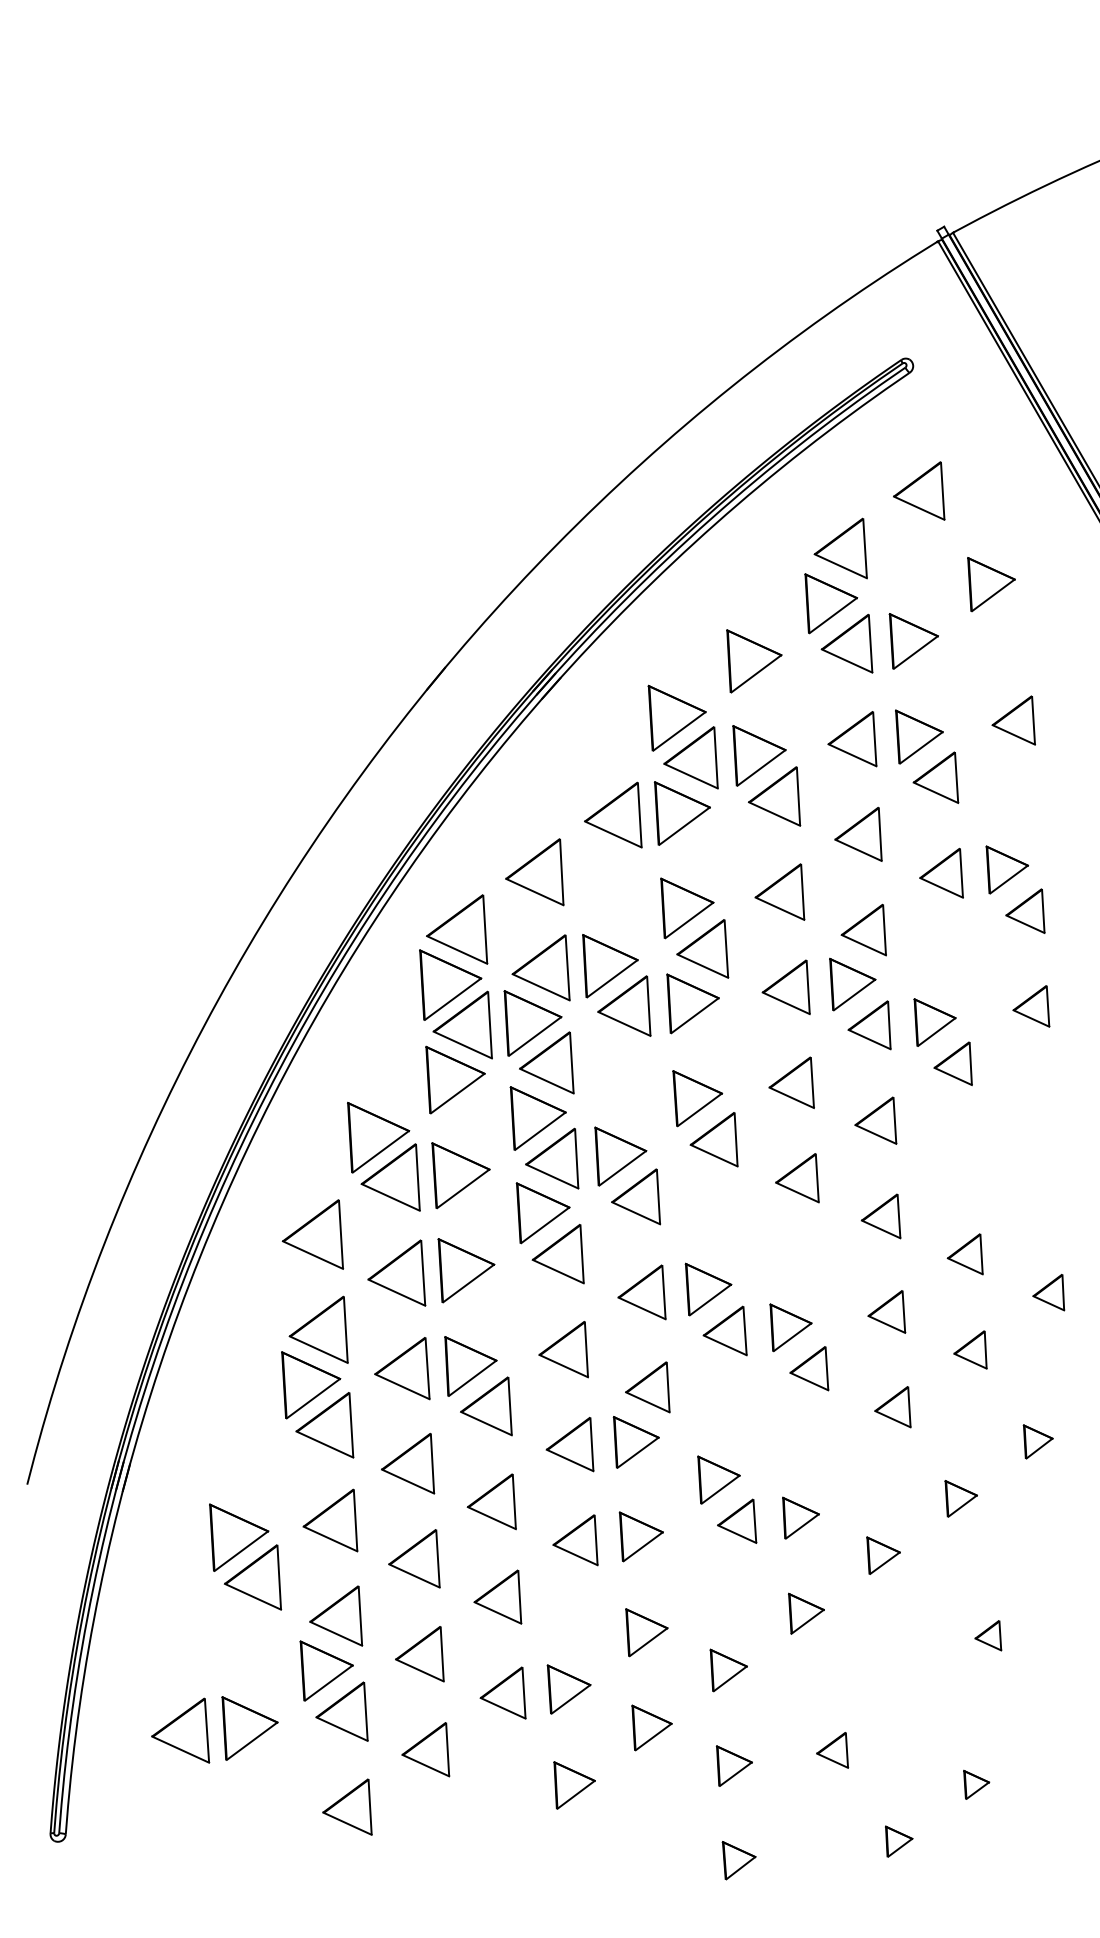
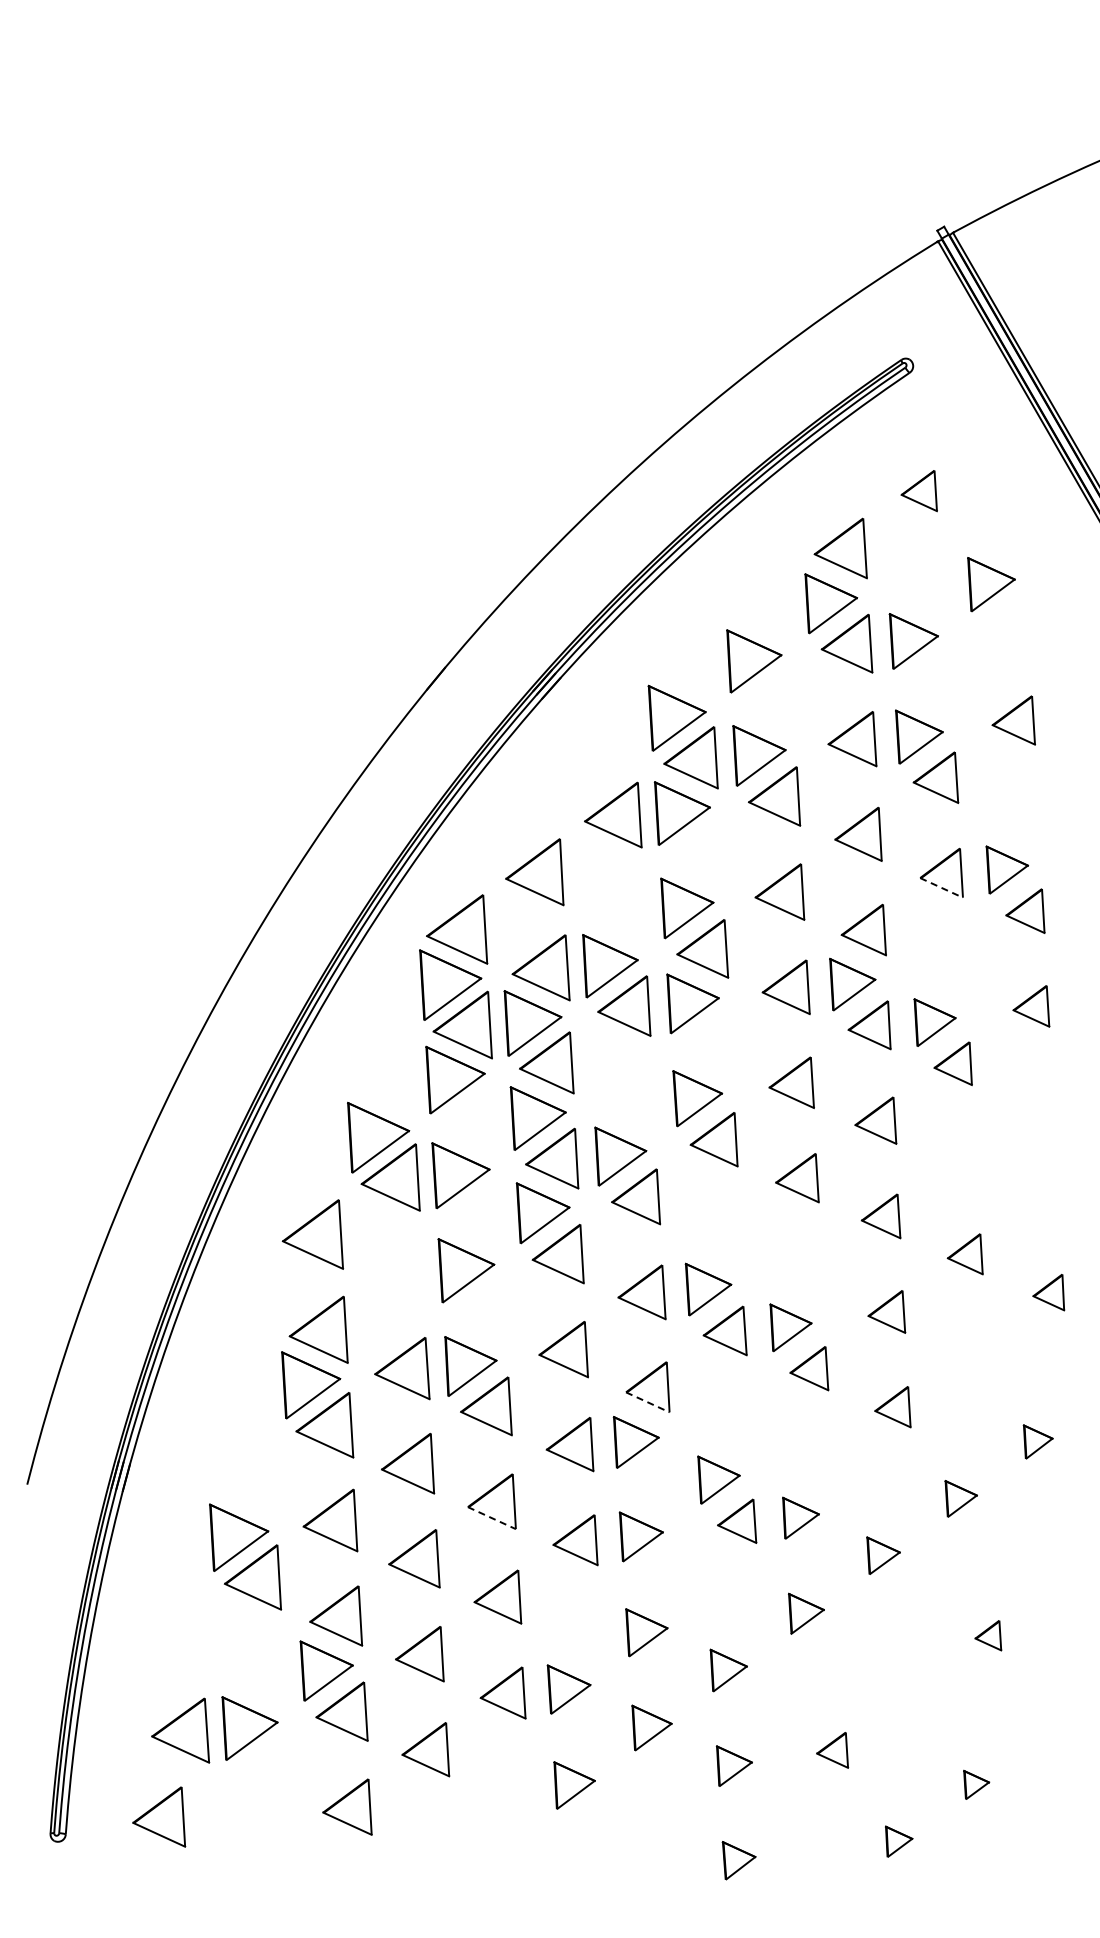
part at (919, 490) size: 53x60 px -> 38x43 px
line at (941, 887): solid -> dashed
part at (396, 1272): present -> none
part at (970, 1349): present -> none
line at (647, 1402): solid -> dashed
line at (492, 1518): solid -> dashed
part at (159, 1816): none -> present
